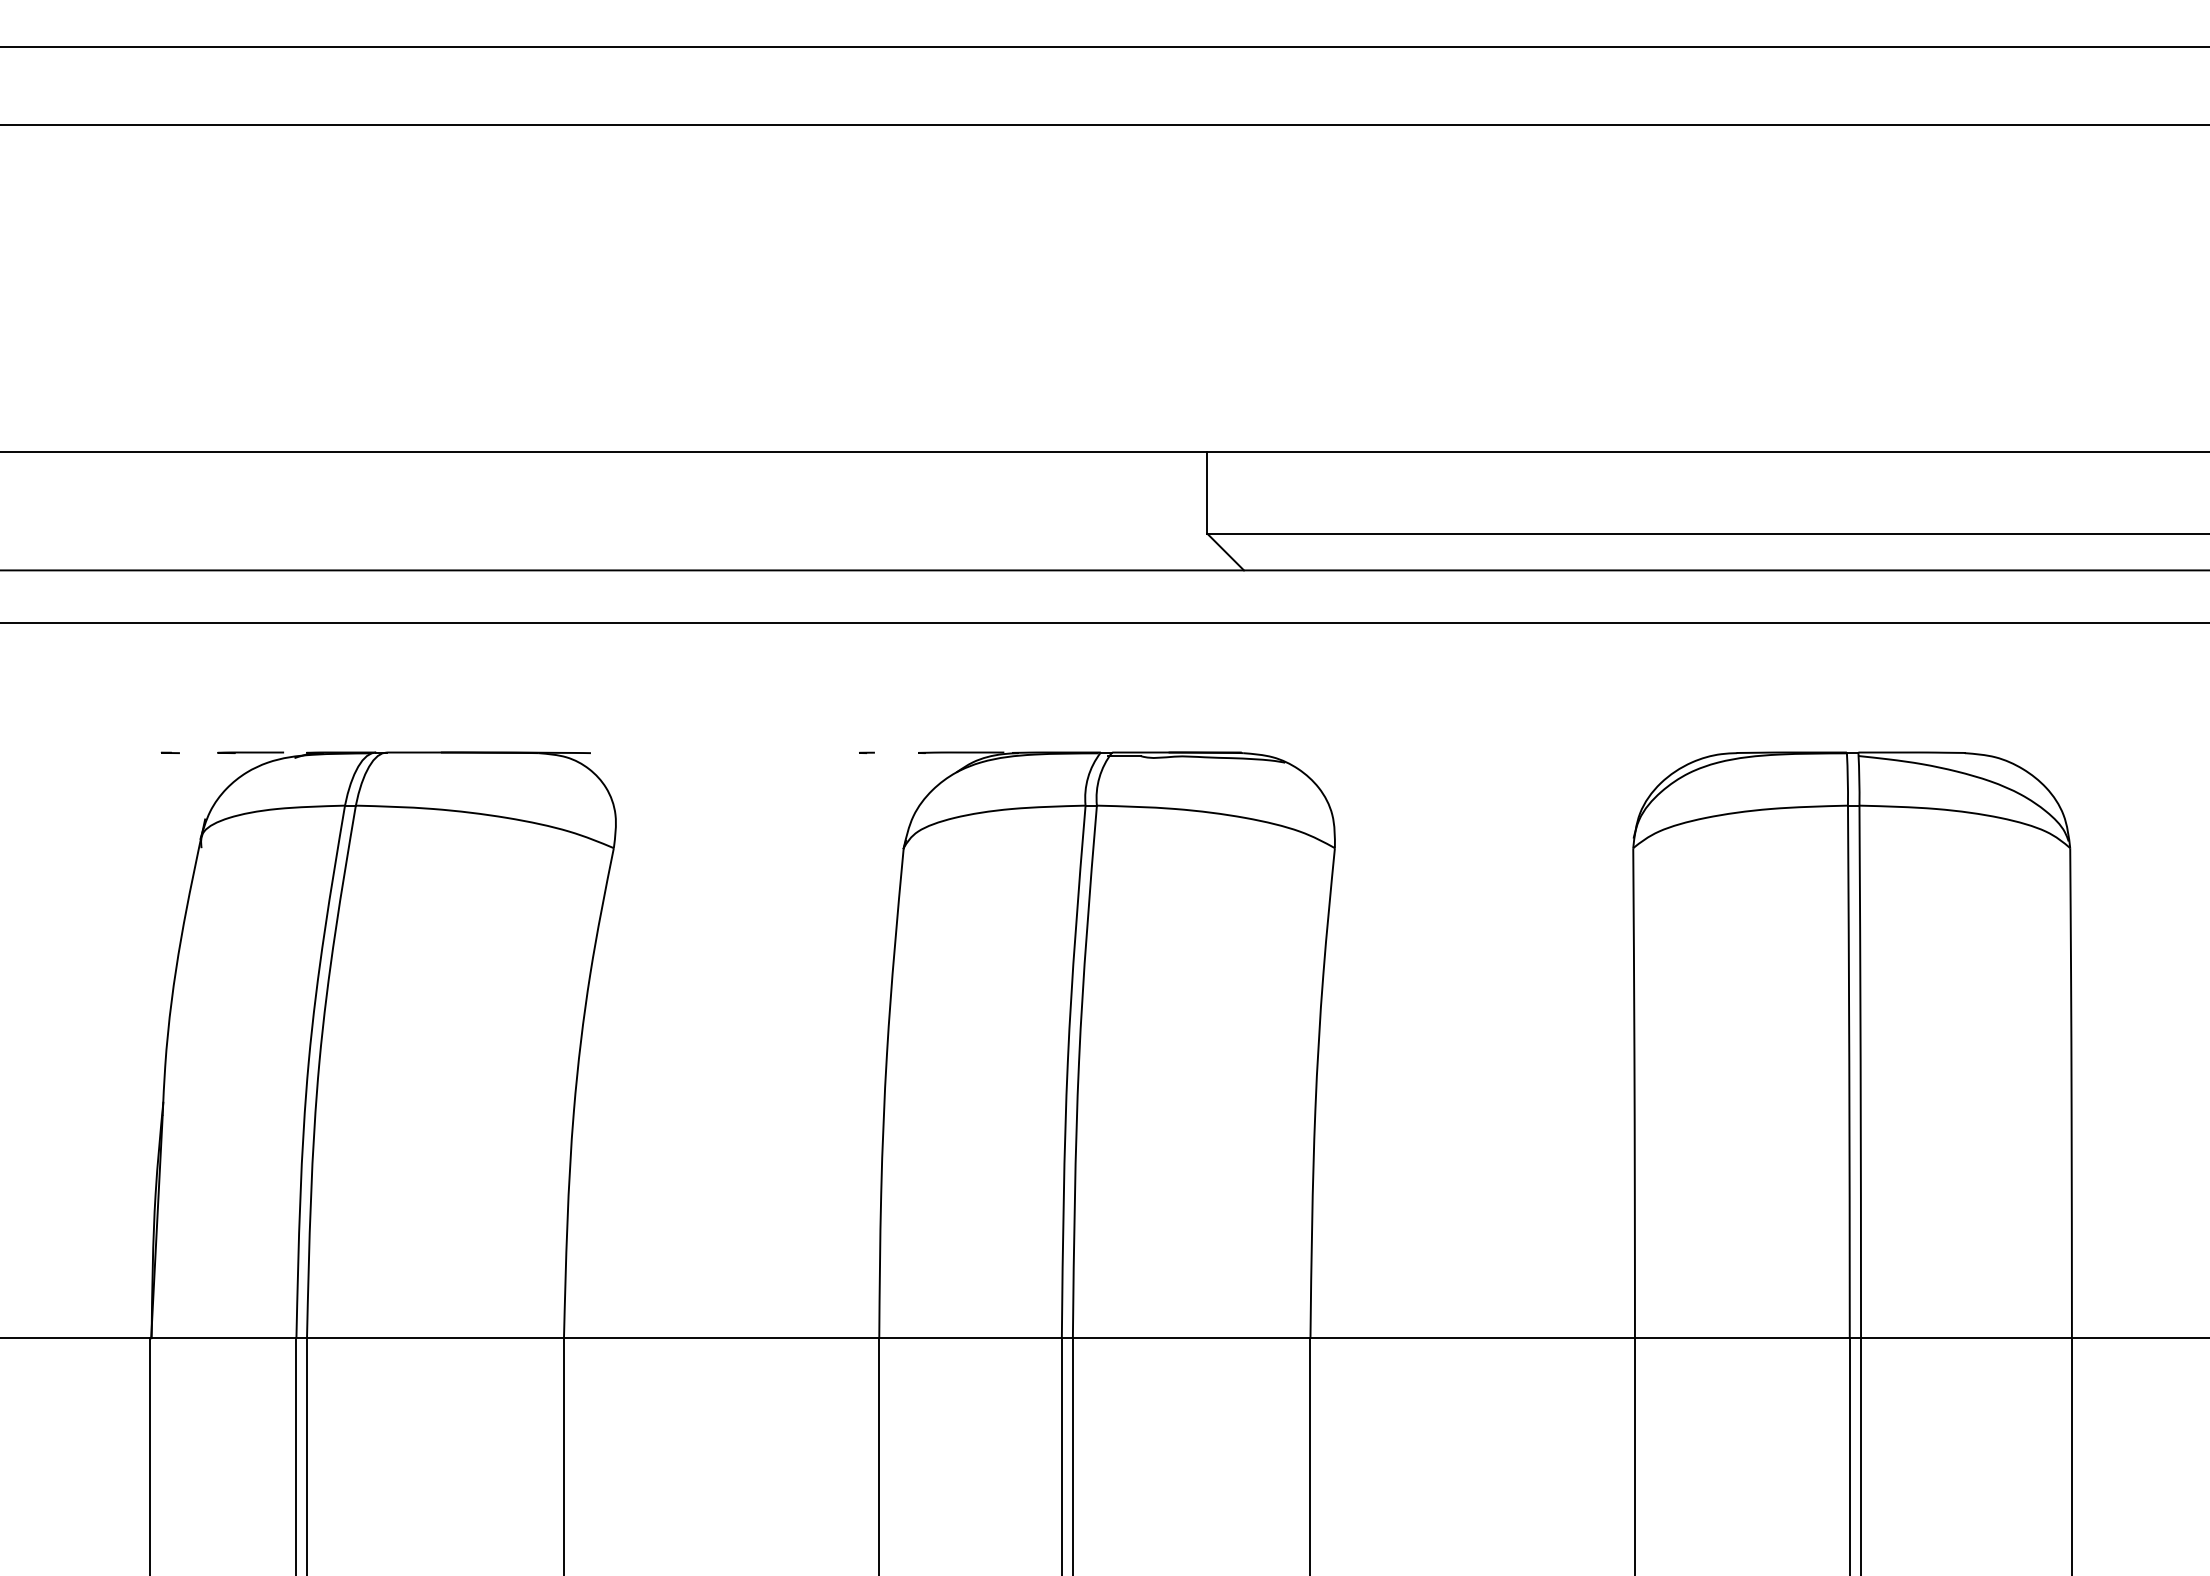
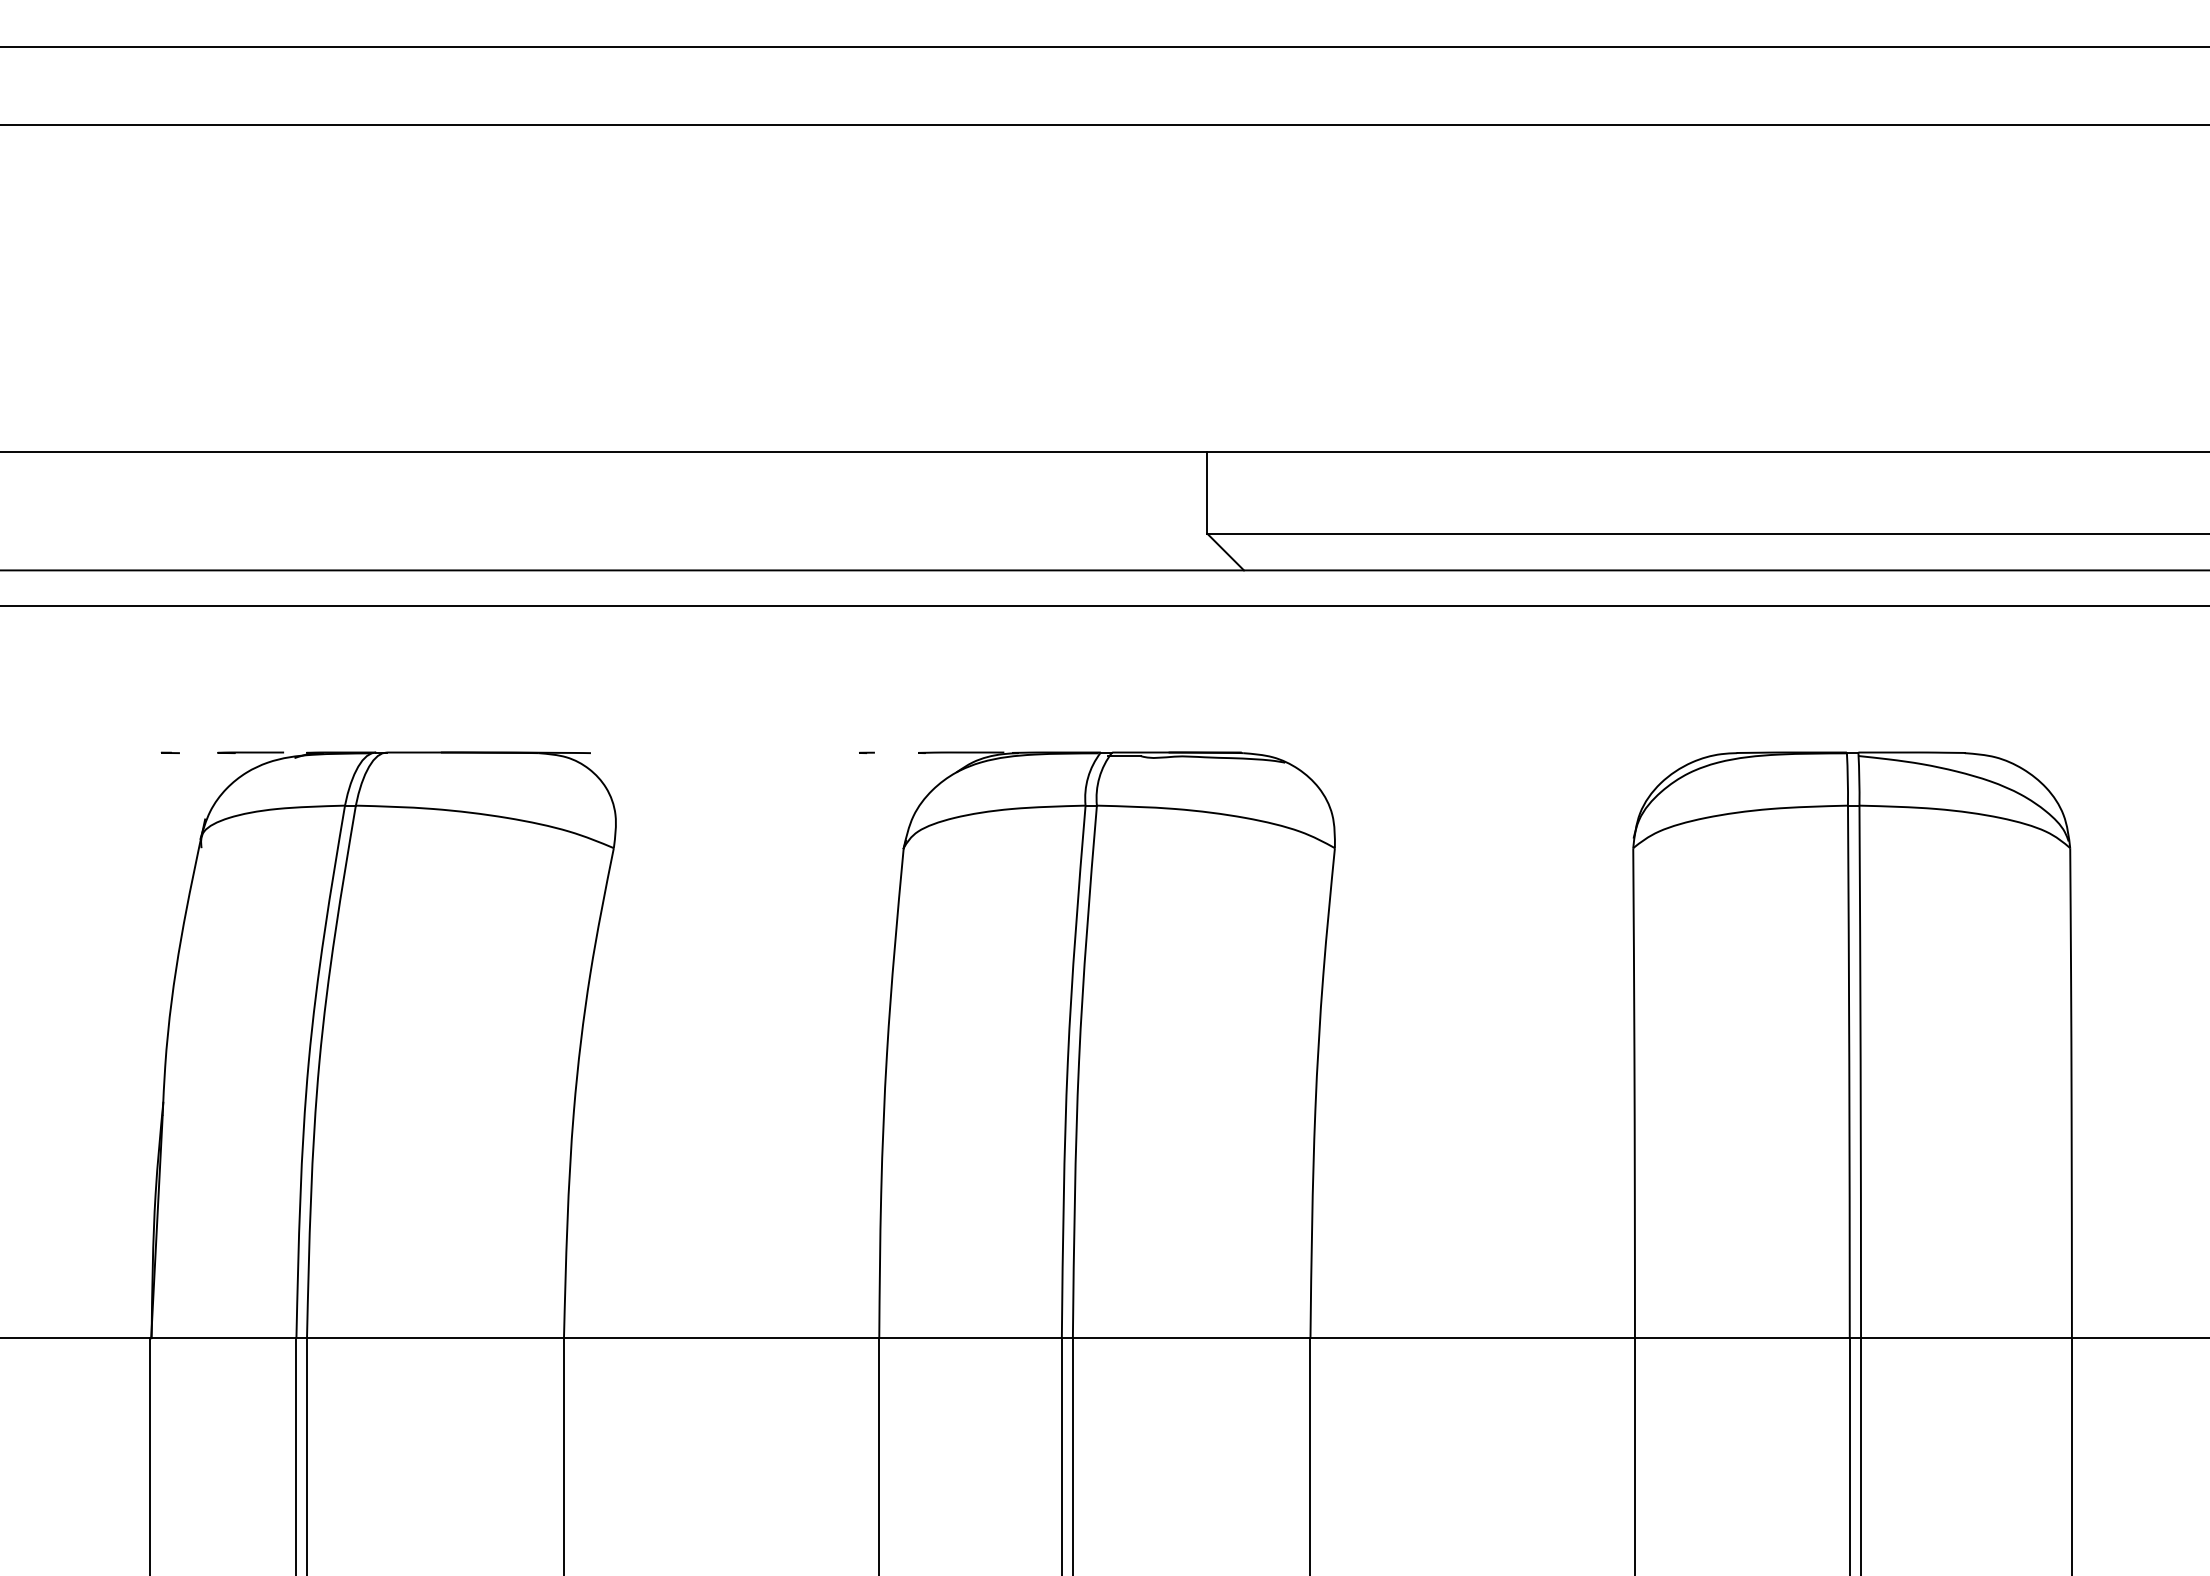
line at (1104, 622) position: (1104, 622) -> (1104, 605)
